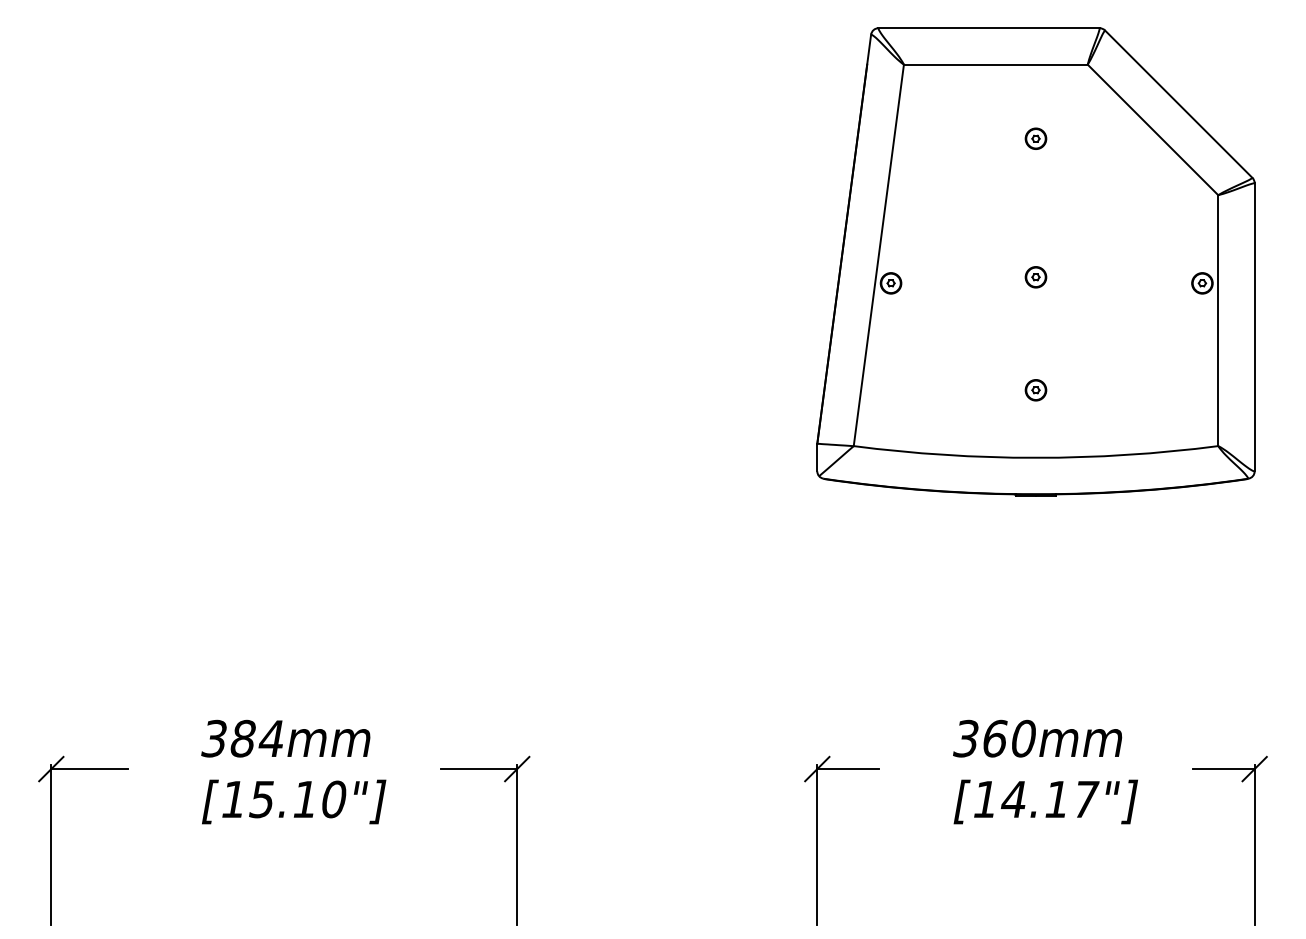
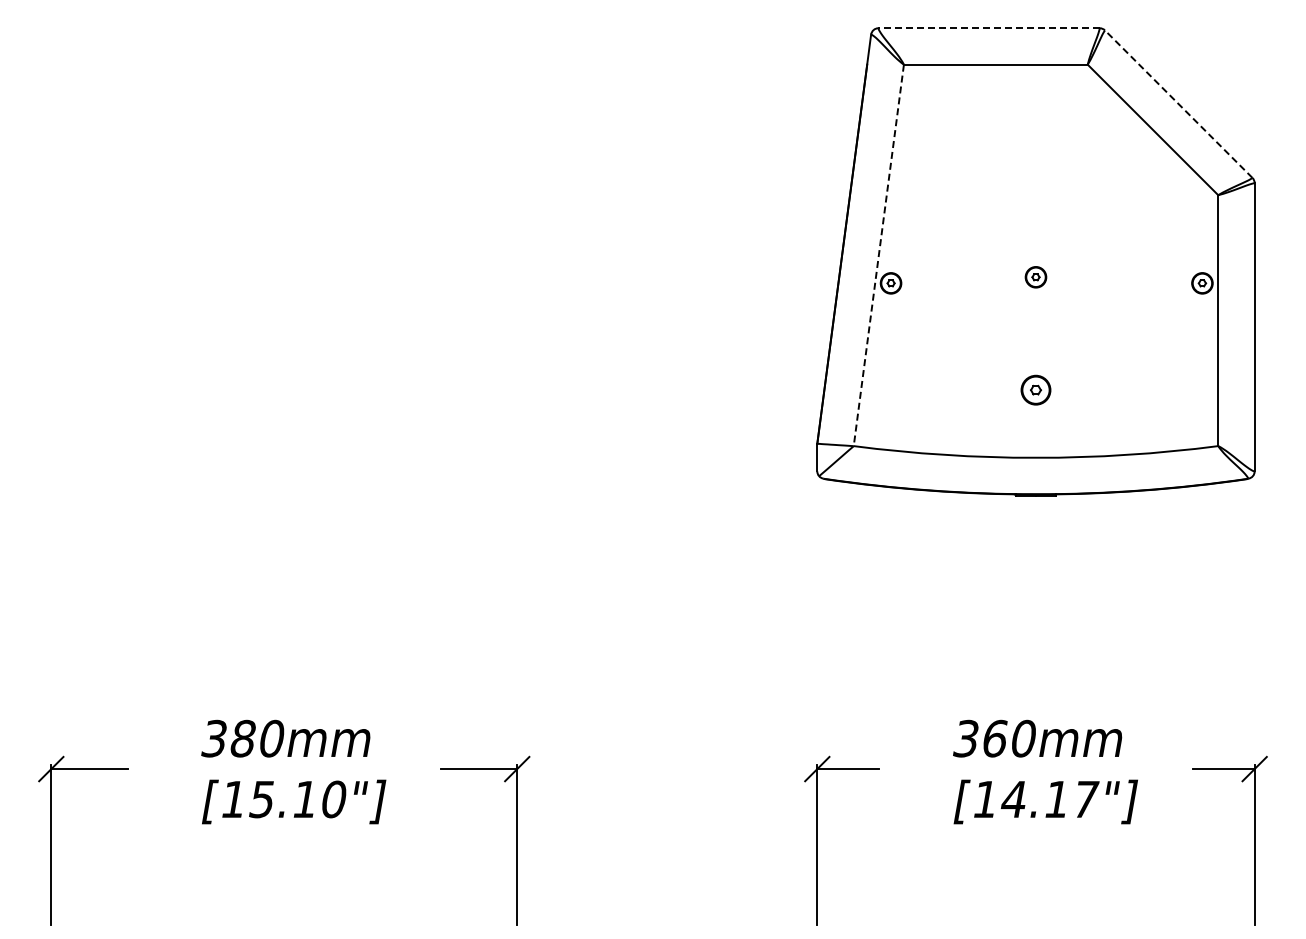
line at (989, 28): solid -> dashed
line at (1178, 103): solid -> dashed
part at (1035, 138): present -> none
line at (878, 255): solid -> dashed
part at (1035, 390) size: 24x23 px -> 32x32 px
text at (271, 738): 384mm -> 380mm
